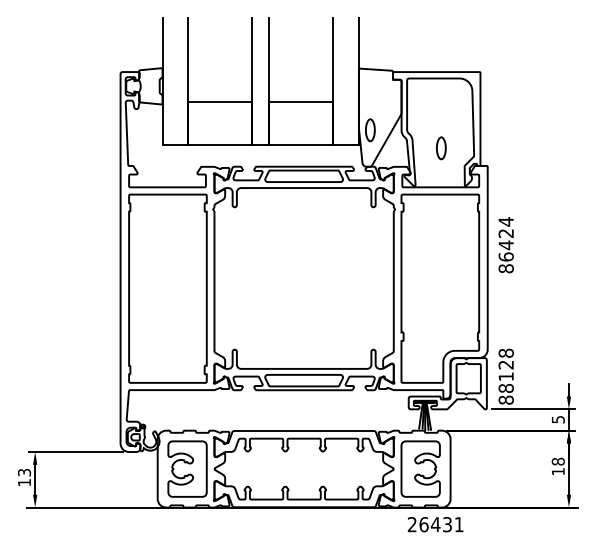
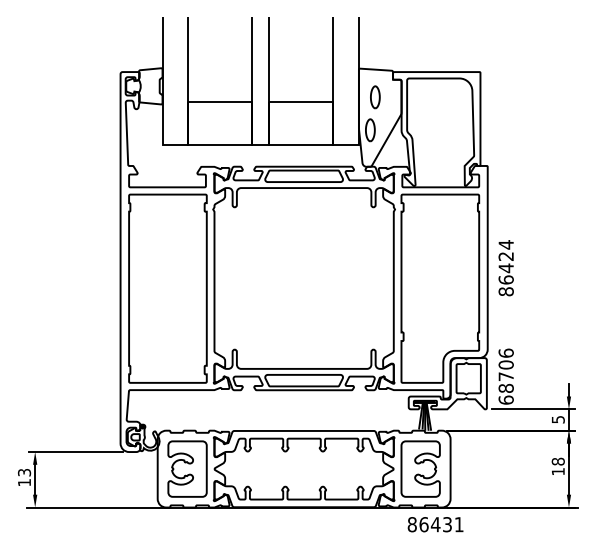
part at (441, 148) position: (441, 148) -> (375, 97)
text at (505, 245) position: (505, 245) -> (505, 268)
text at (505, 376): 88128 -> 68706
text at (411, 524): 26431 -> 86431
